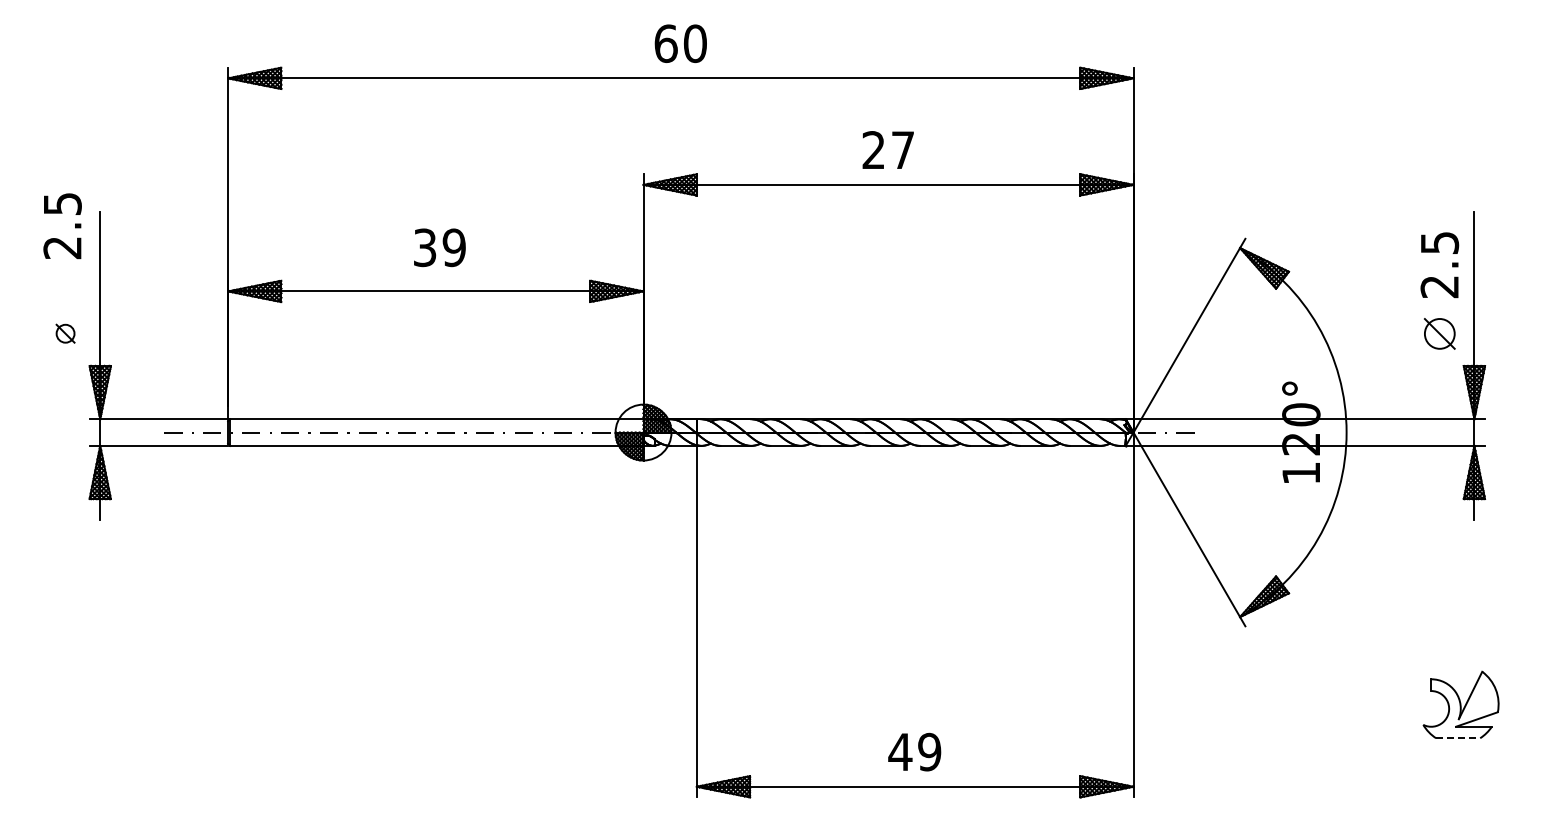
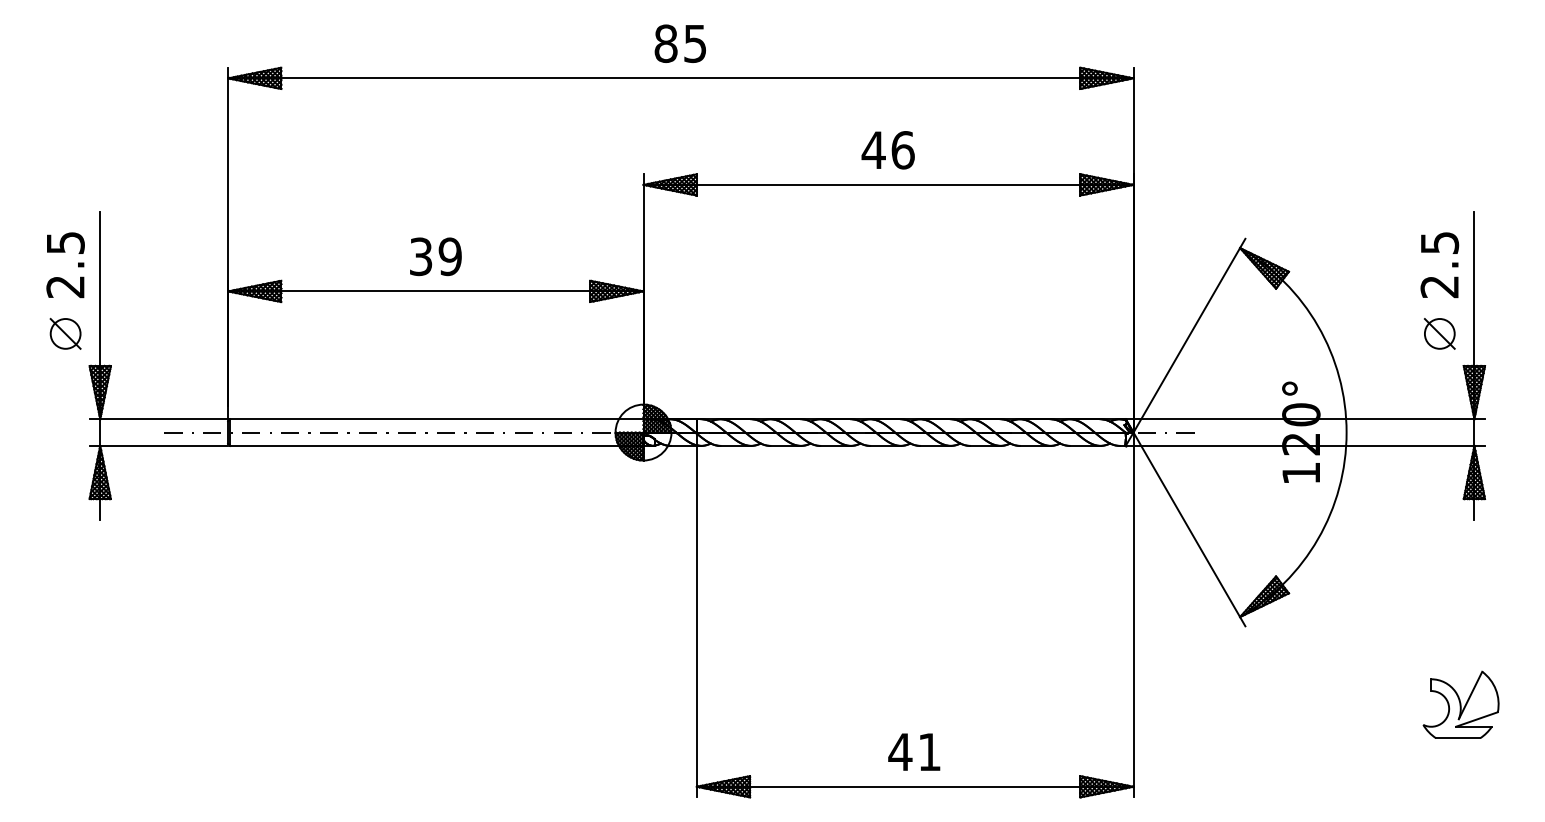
text at (680, 43): 60 -> 85
text at (887, 150): 27 -> 46
text at (62, 226) position: (62, 226) -> (65, 265)
text at (439, 247) position: (439, 247) -> (435, 256)
part at (65, 333) size: 21x21 px -> 33x33 px
line at (1458, 738): dashed -> solid
text at (929, 751): 49 -> 41
